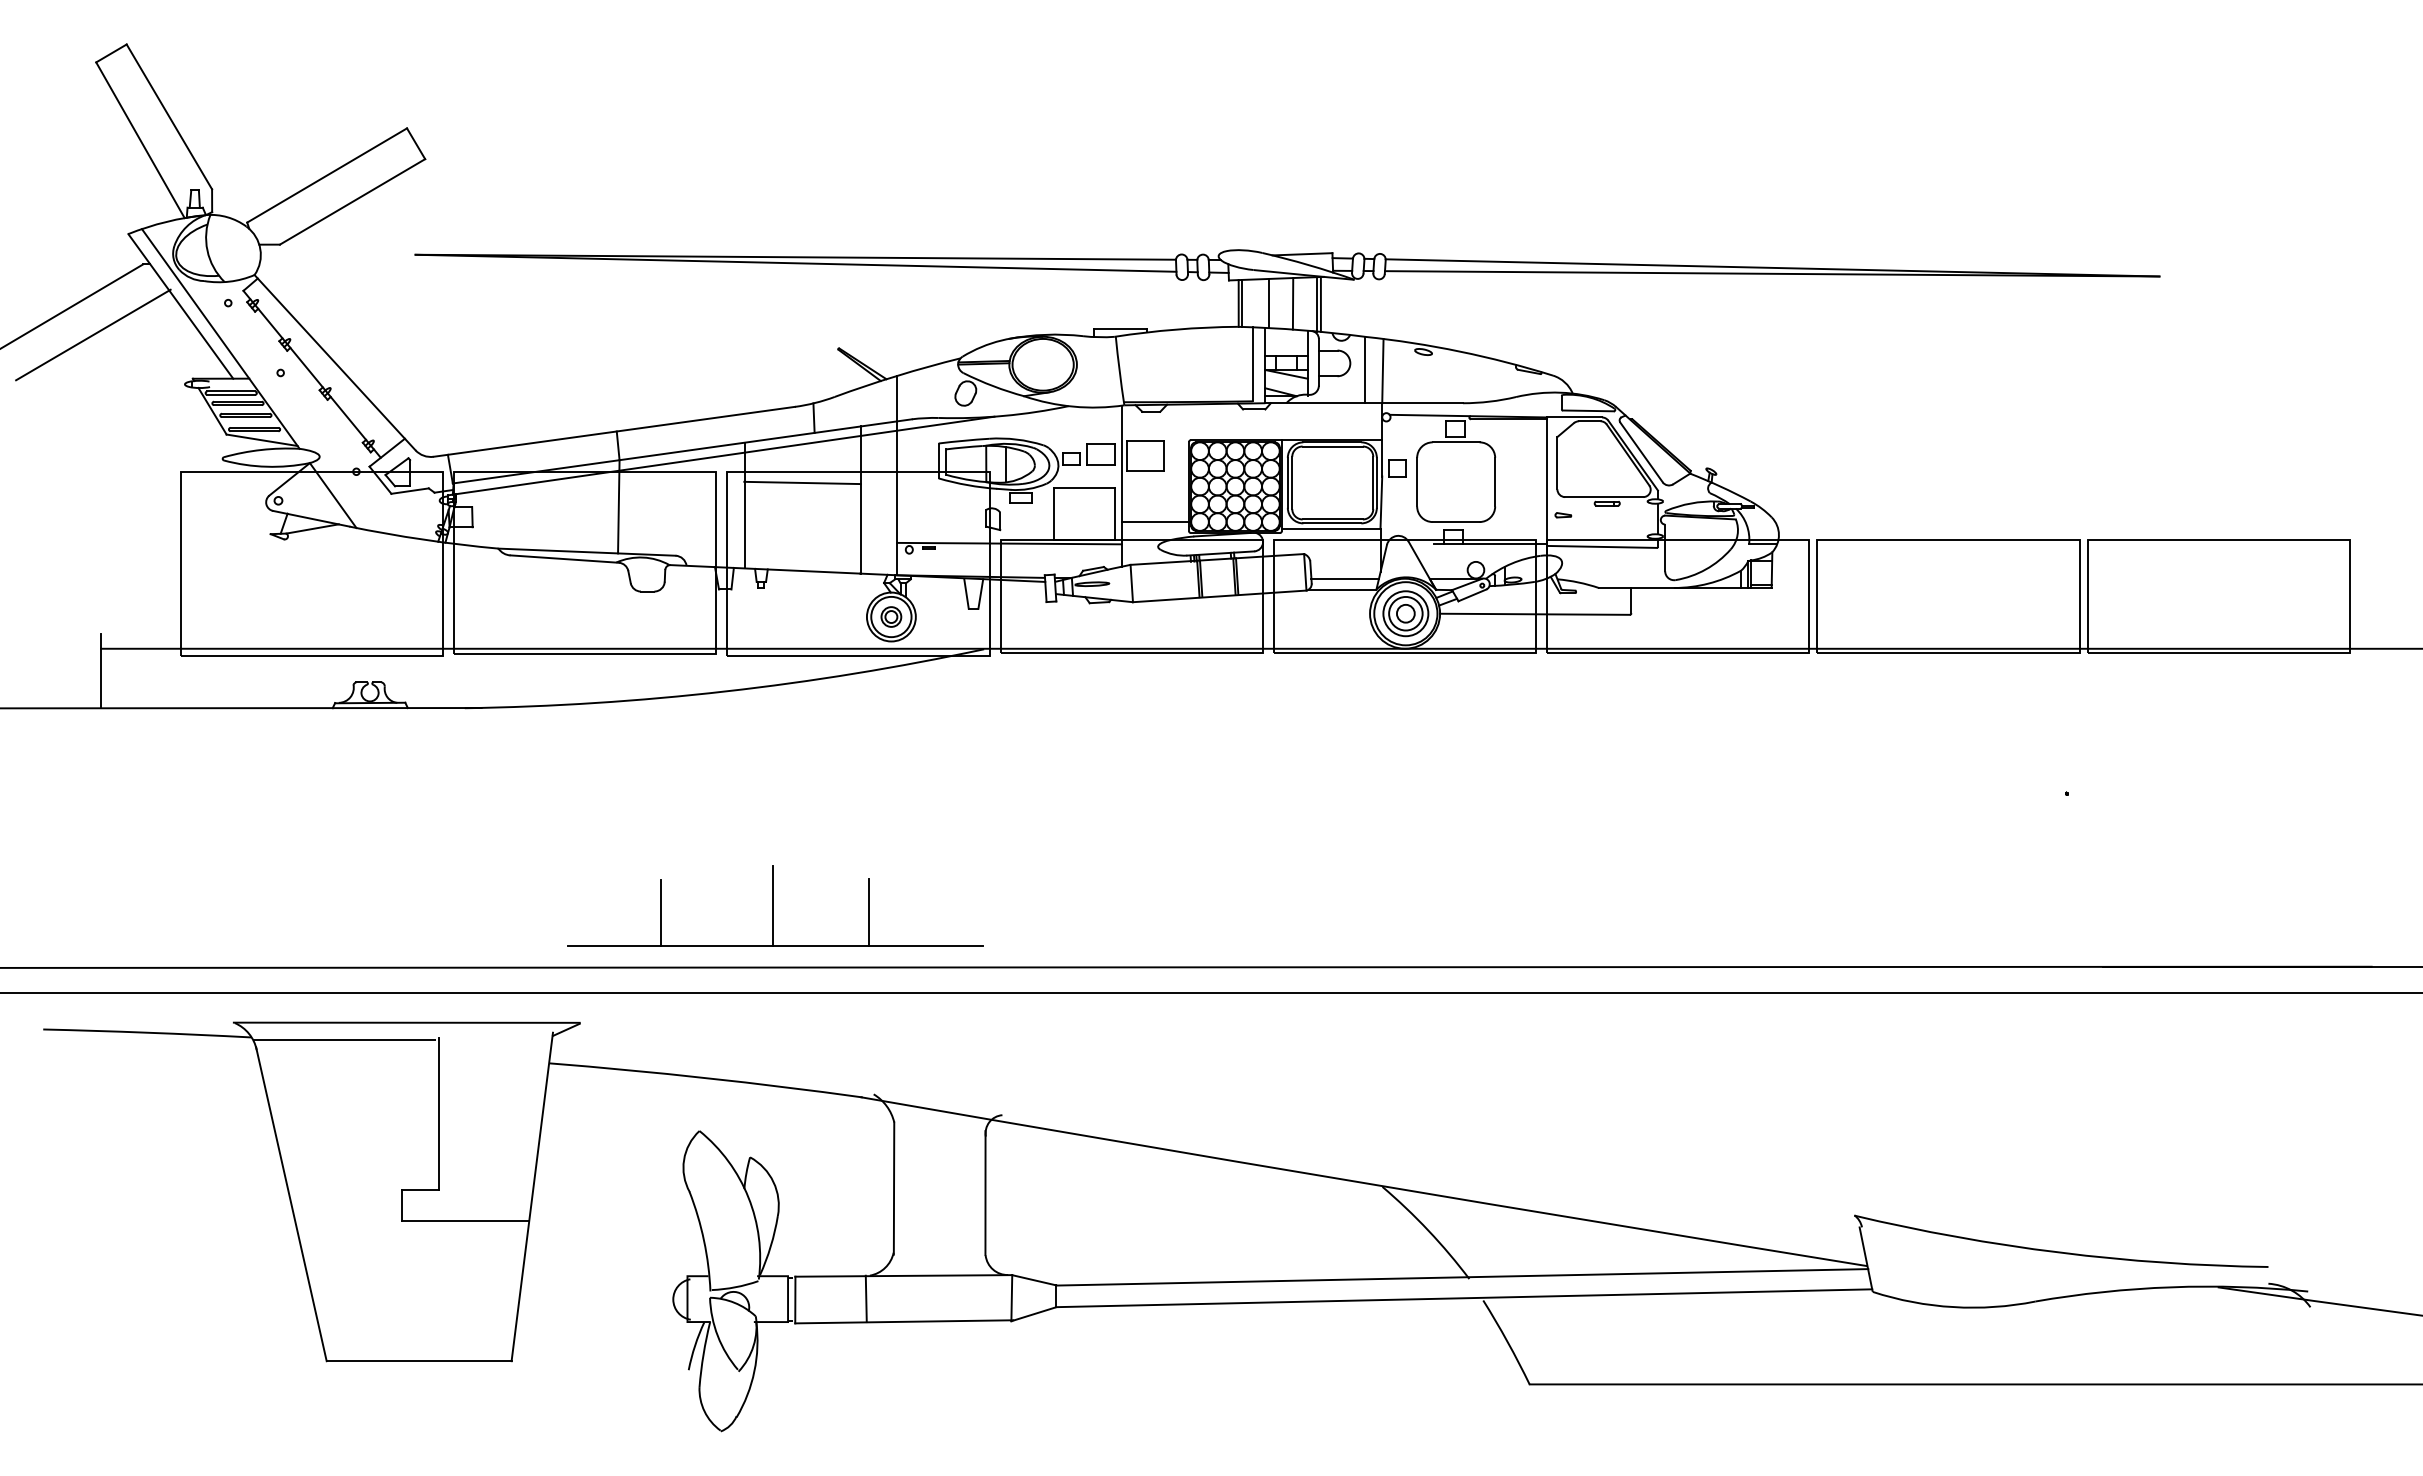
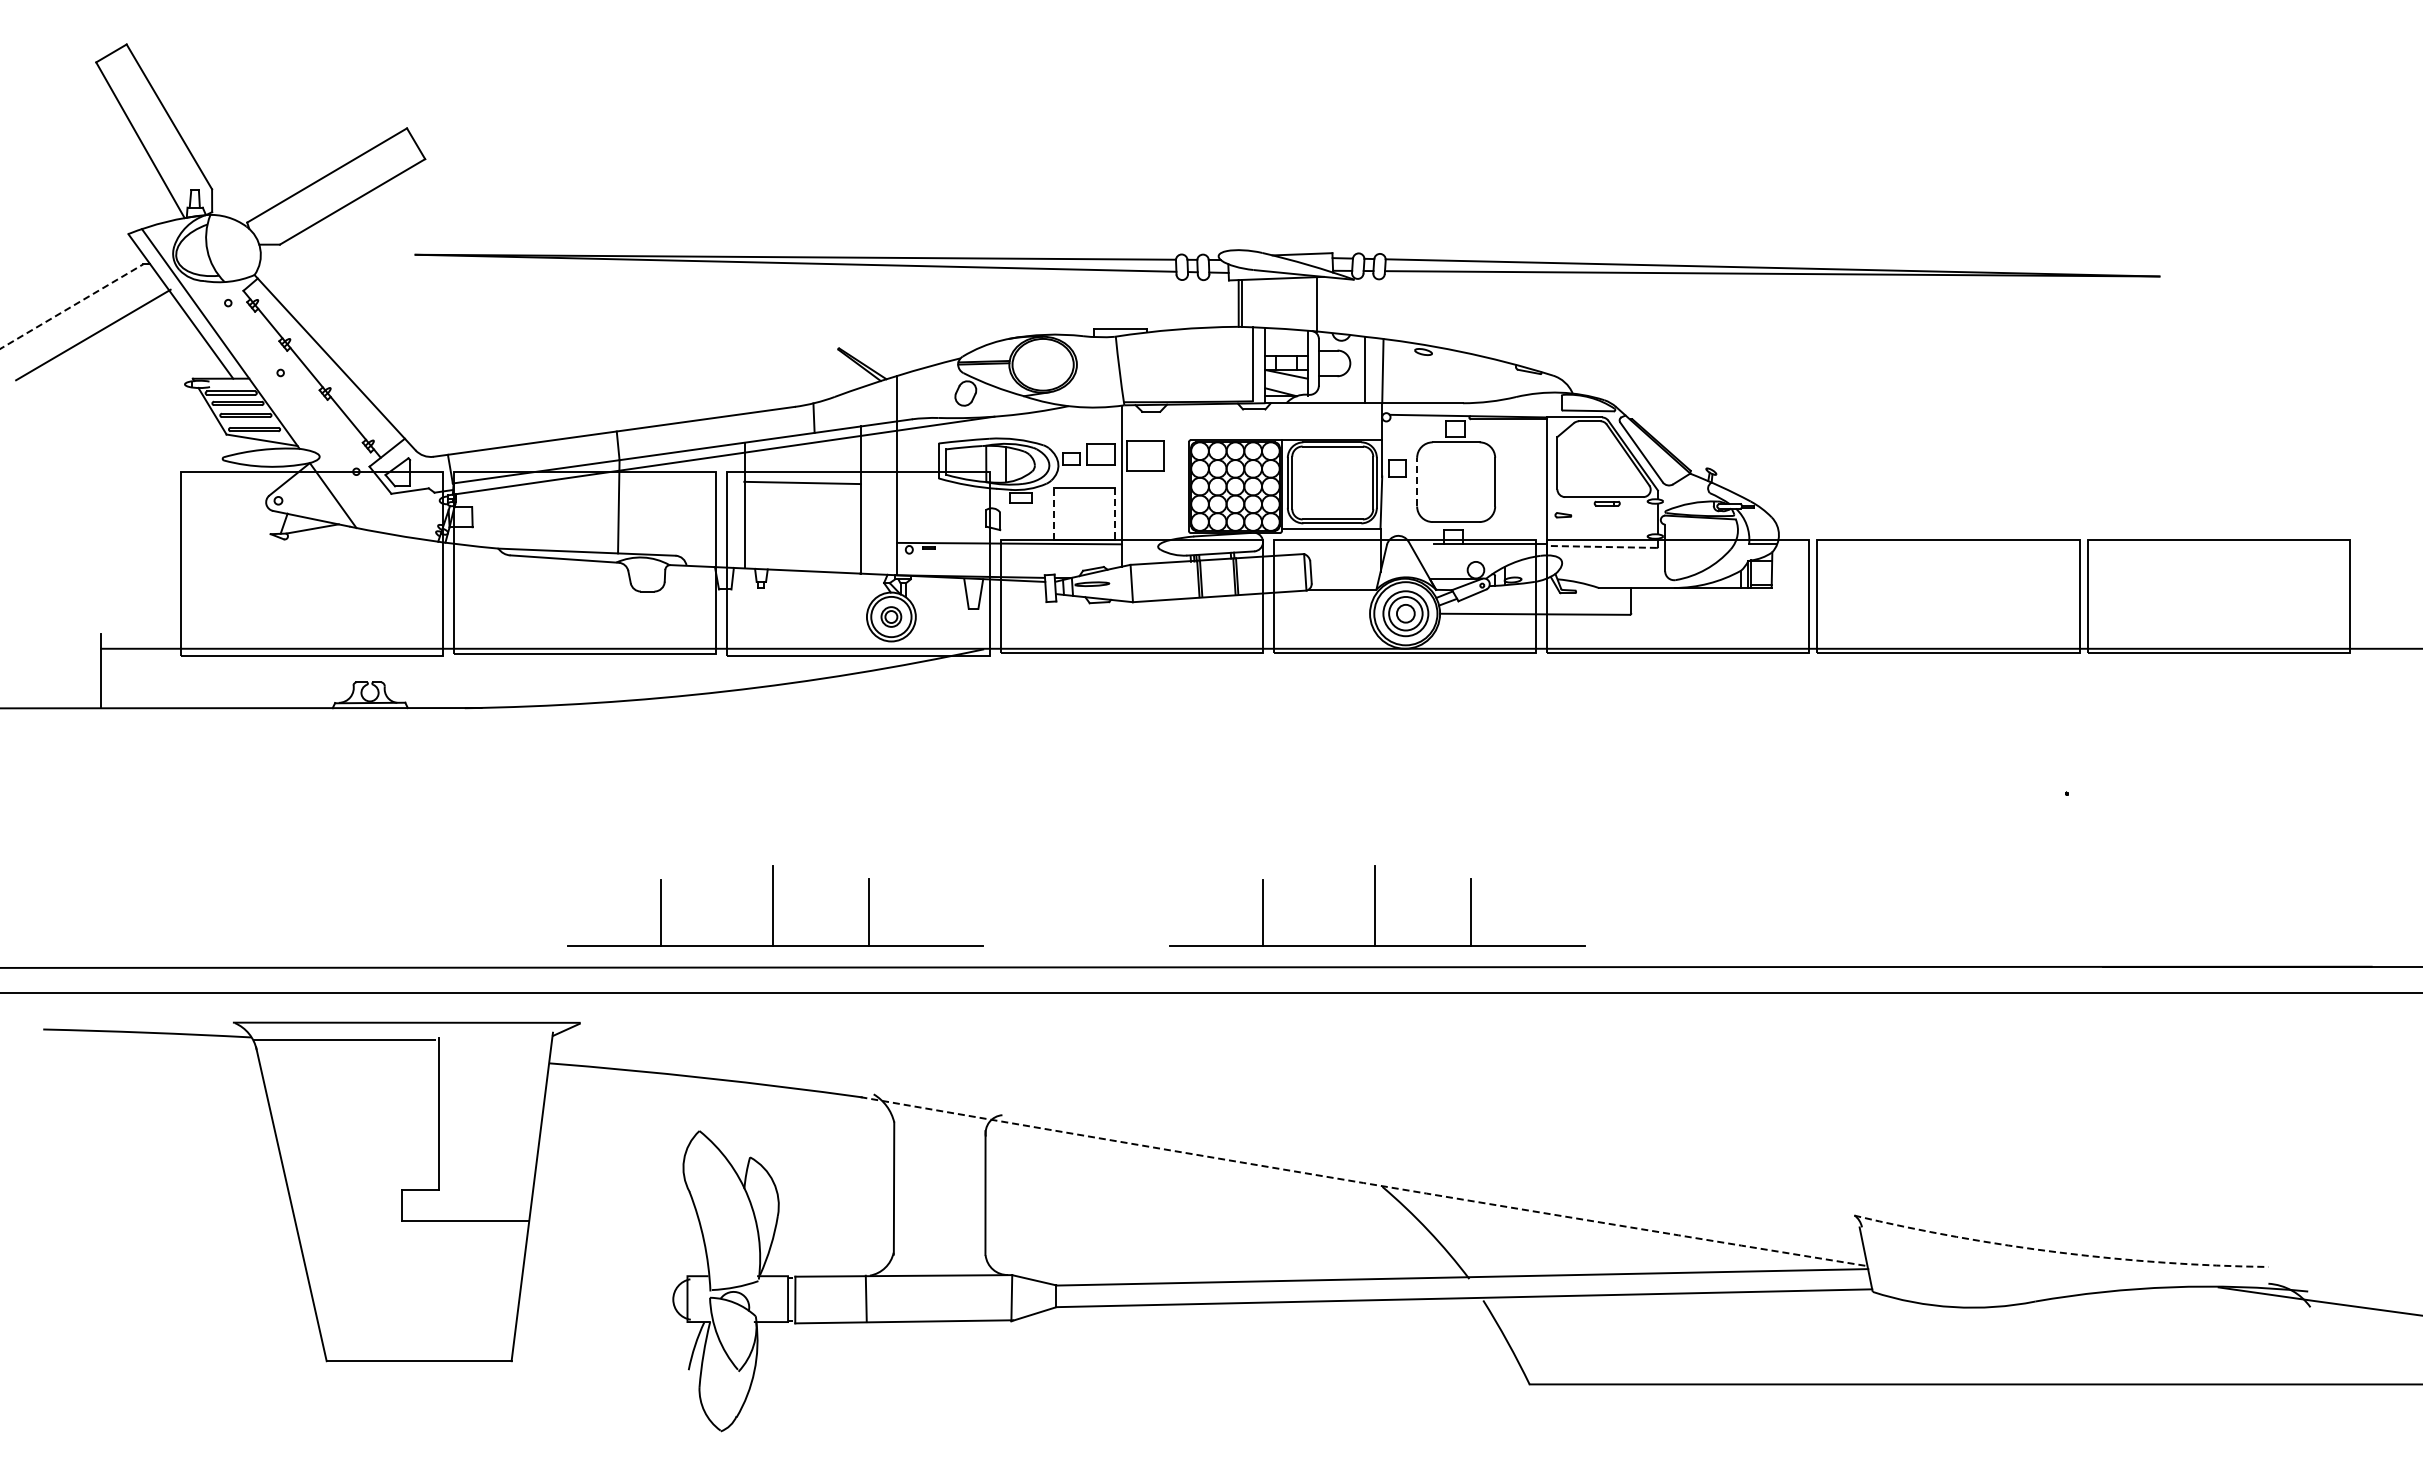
line at (1269, 303): present -> none
line at (1292, 303): present -> none
line at (1320, 303): present -> none
line at (72, 306): solid -> dashed
line at (1417, 481): solid -> dashed
line at (1053, 513): solid -> dashed
line at (1114, 513): solid -> dashed
line at (1155, 522): present -> none
line at (1602, 546): solid -> dashed
line at (1344, 579): present -> none
part at (1377, 905): none -> present
arc at (1363, 1183): solid -> dashed
arc at (2059, 1252): solid -> dashed
